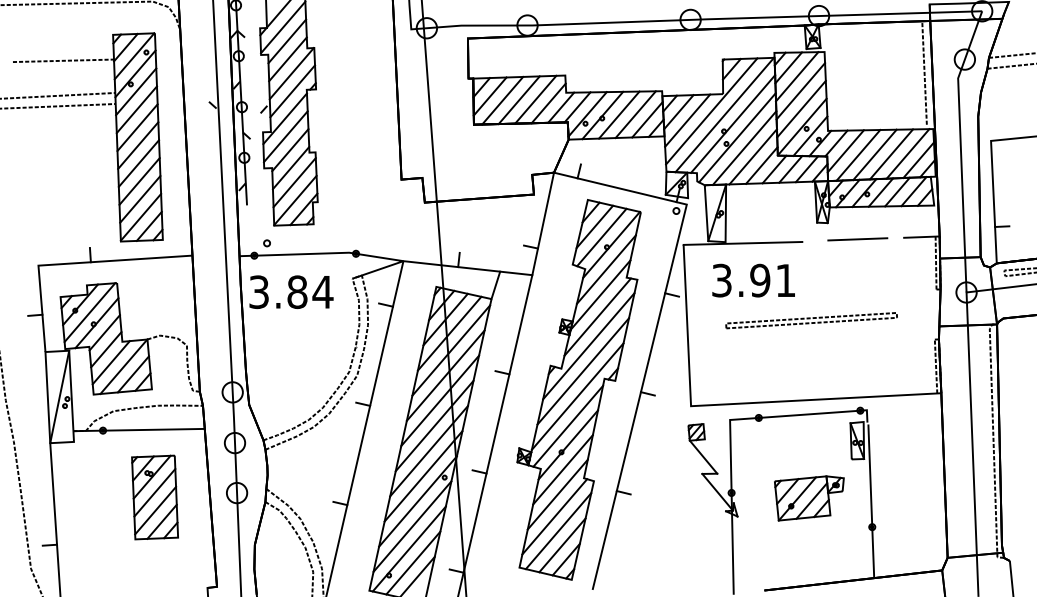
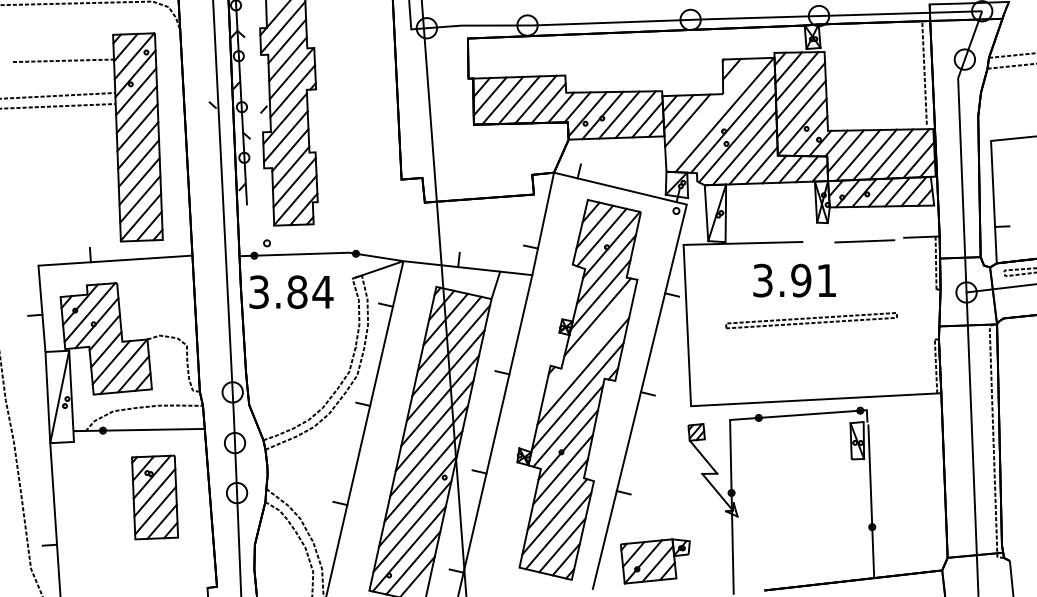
line at (711, 111): present -> none
line at (857, 239) position: (857, 239) -> (864, 241)
text at (753, 280) position: (753, 280) -> (794, 280)
line at (588, 346): present -> none
part at (809, 498) position: (809, 498) -> (655, 561)
